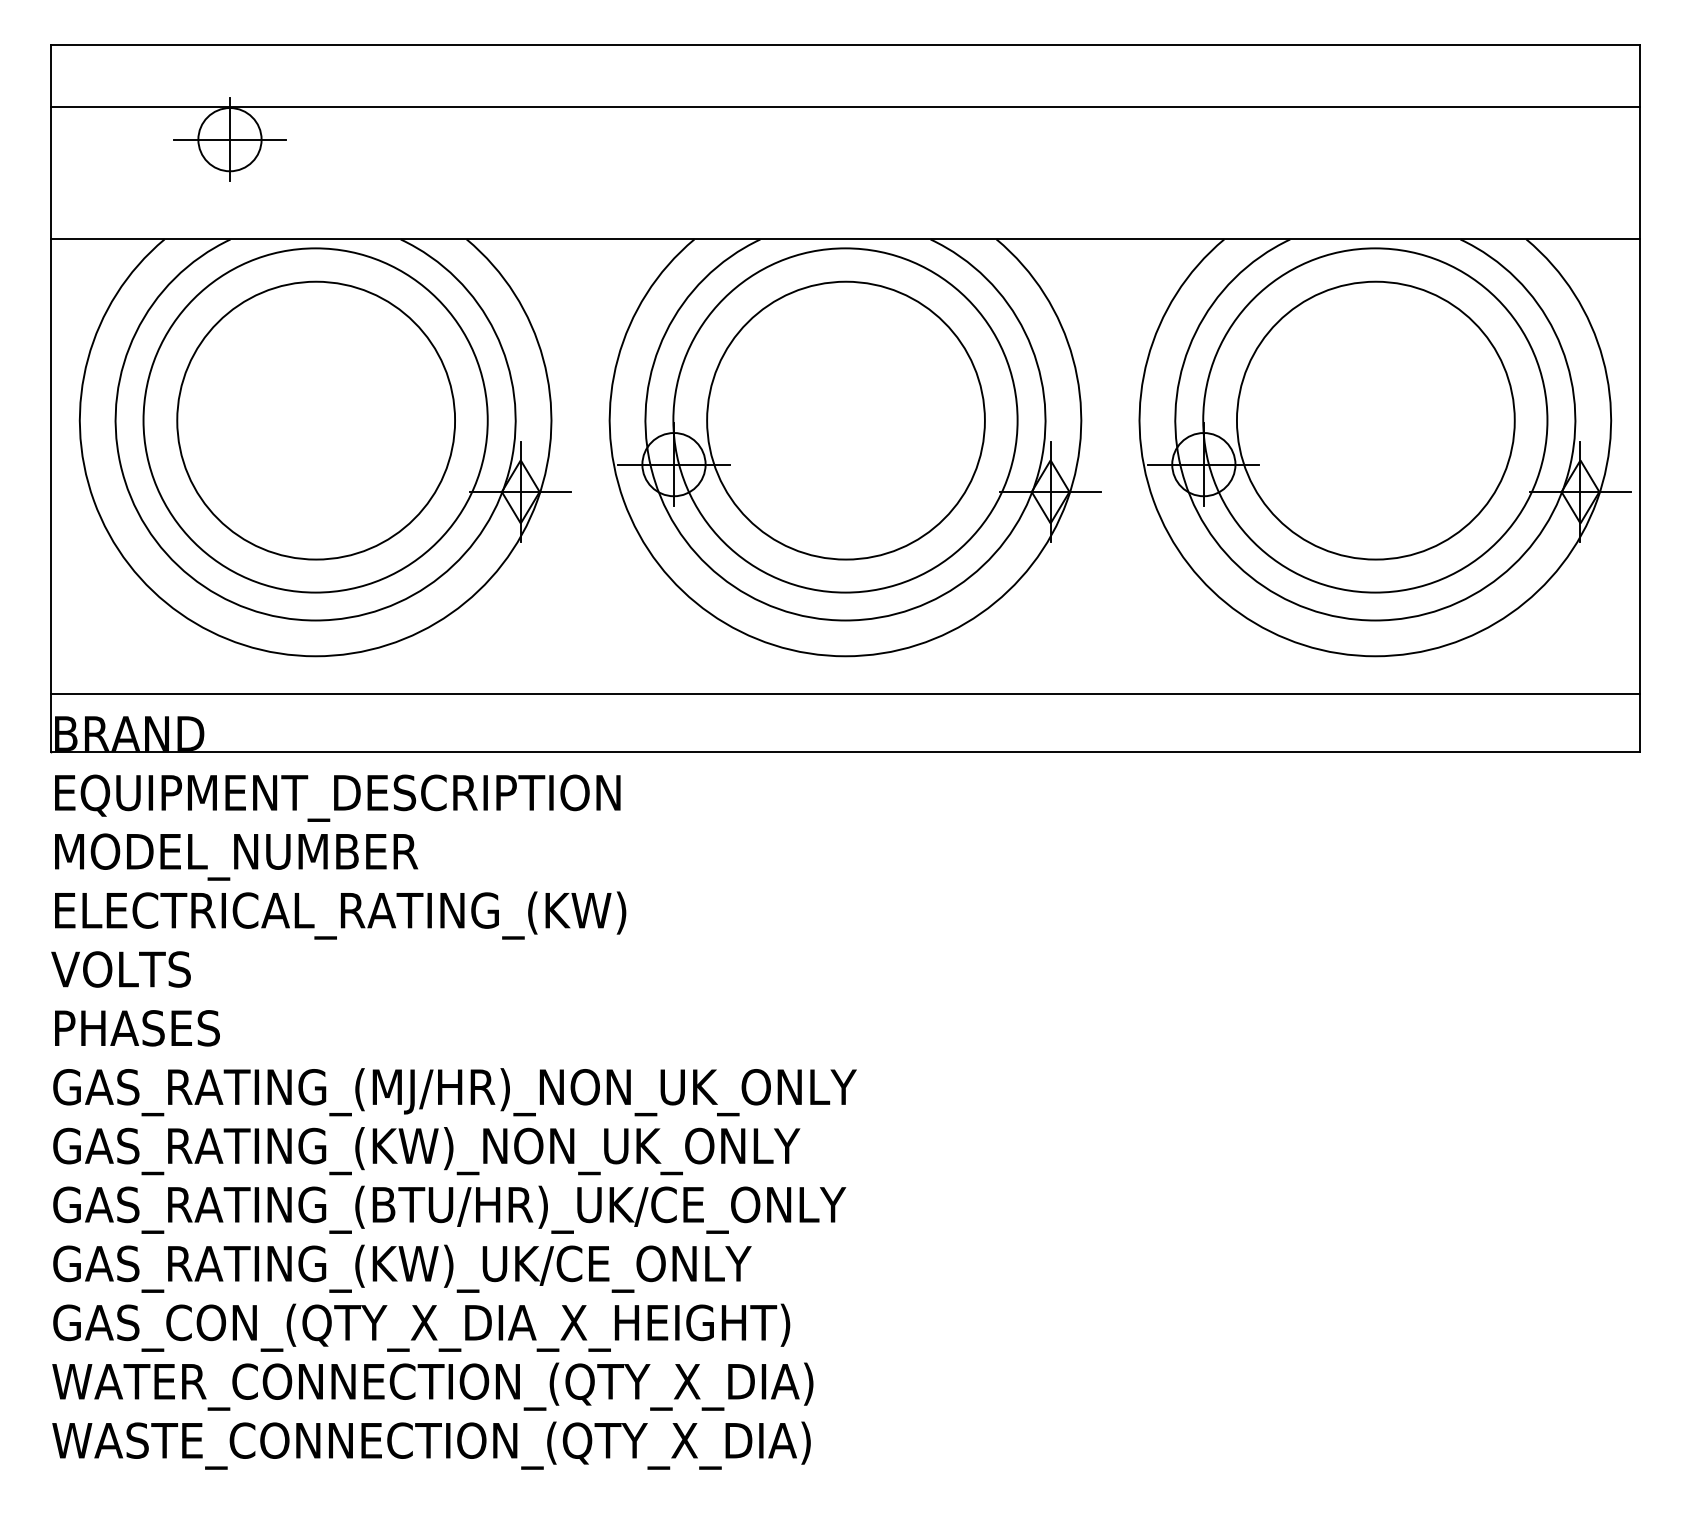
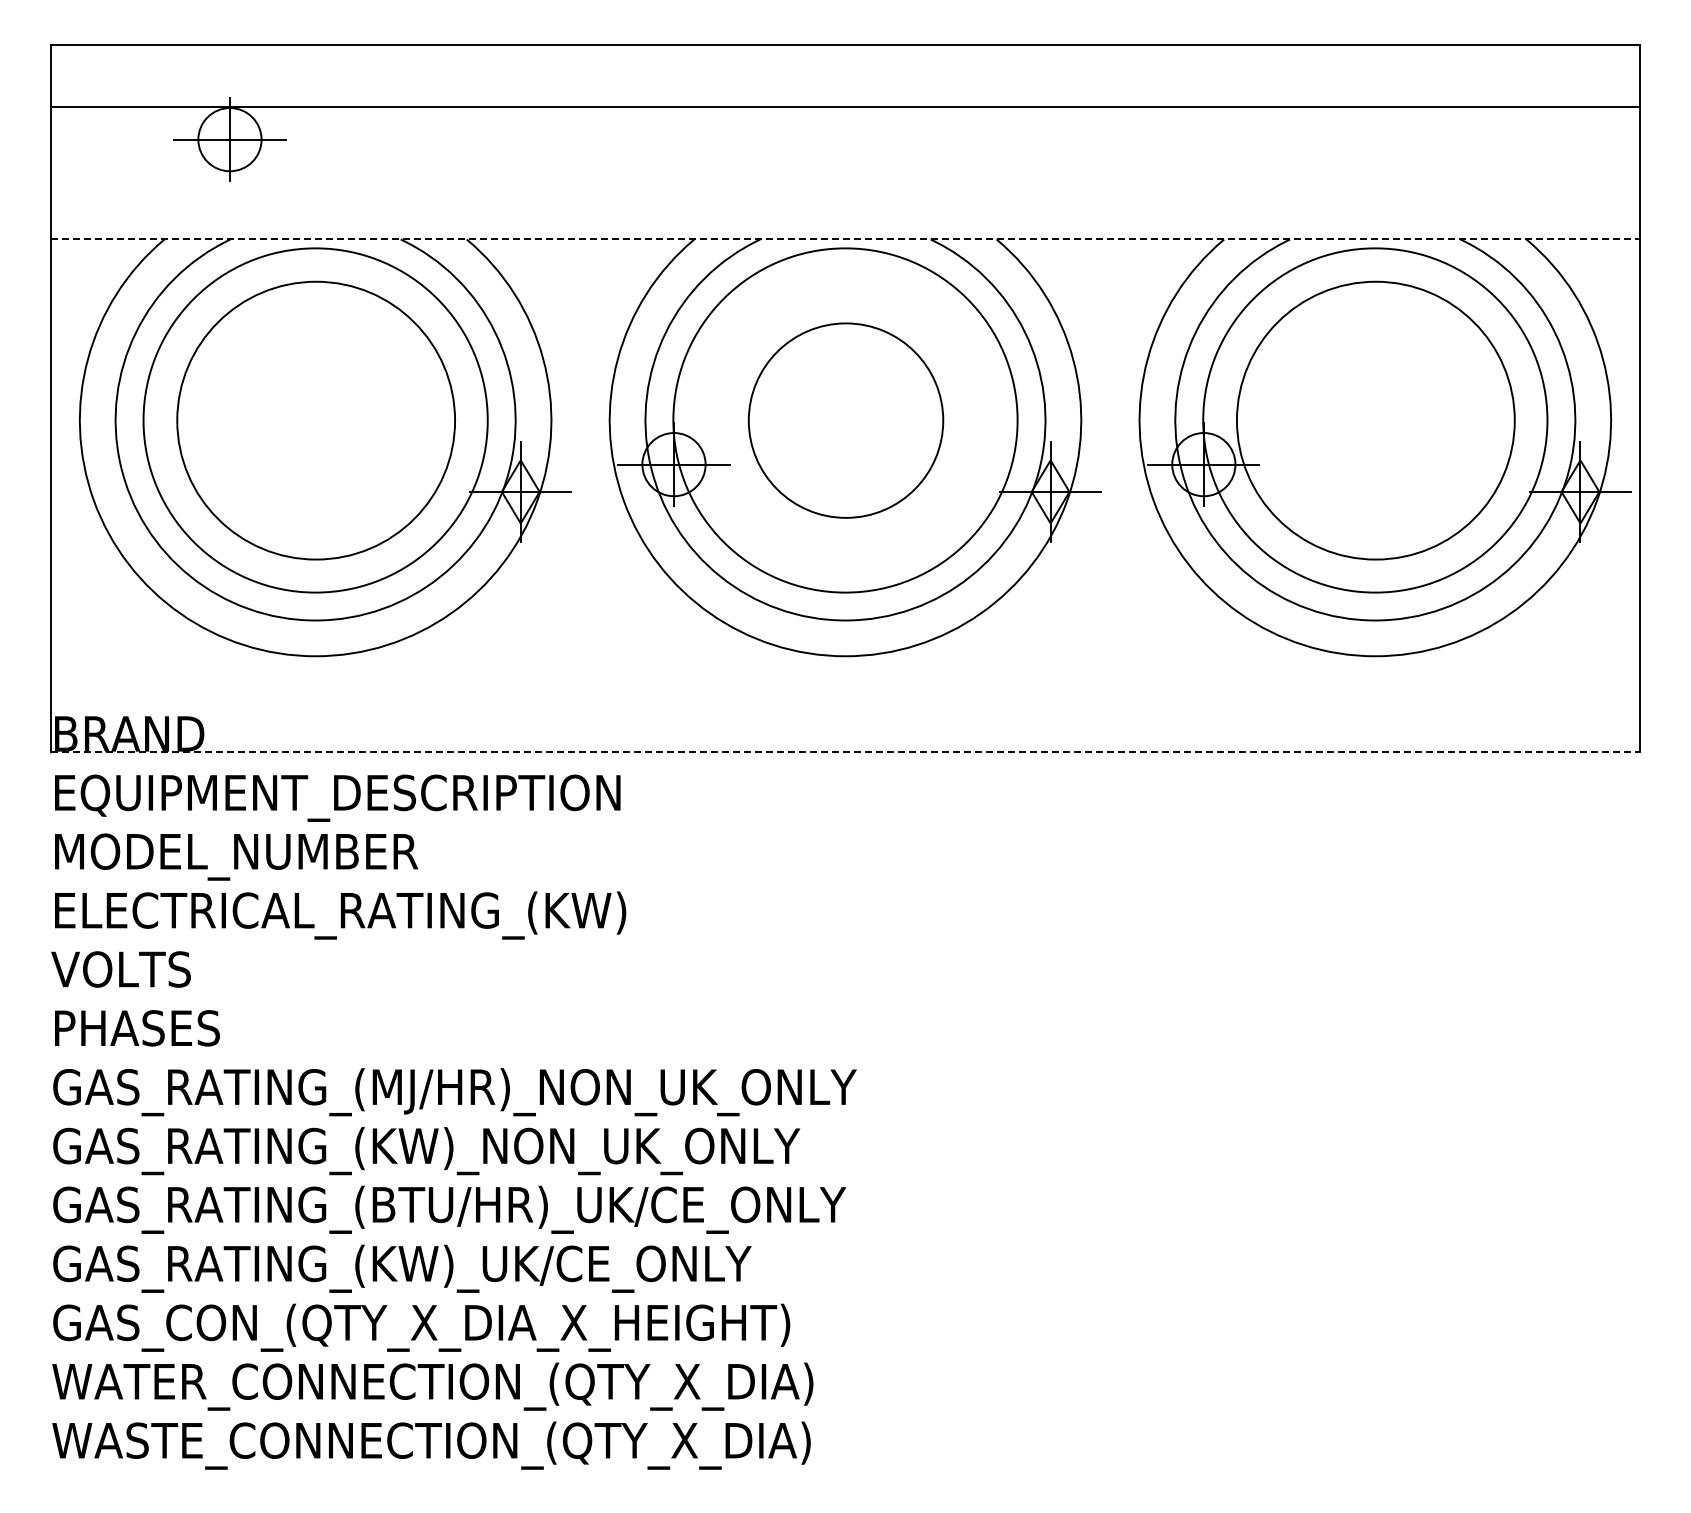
line at (845, 239): solid -> dashed
circle at (845, 420) diameter: 278 px -> 194 px
line at (845, 694): present -> none
line at (845, 751): solid -> dashed
